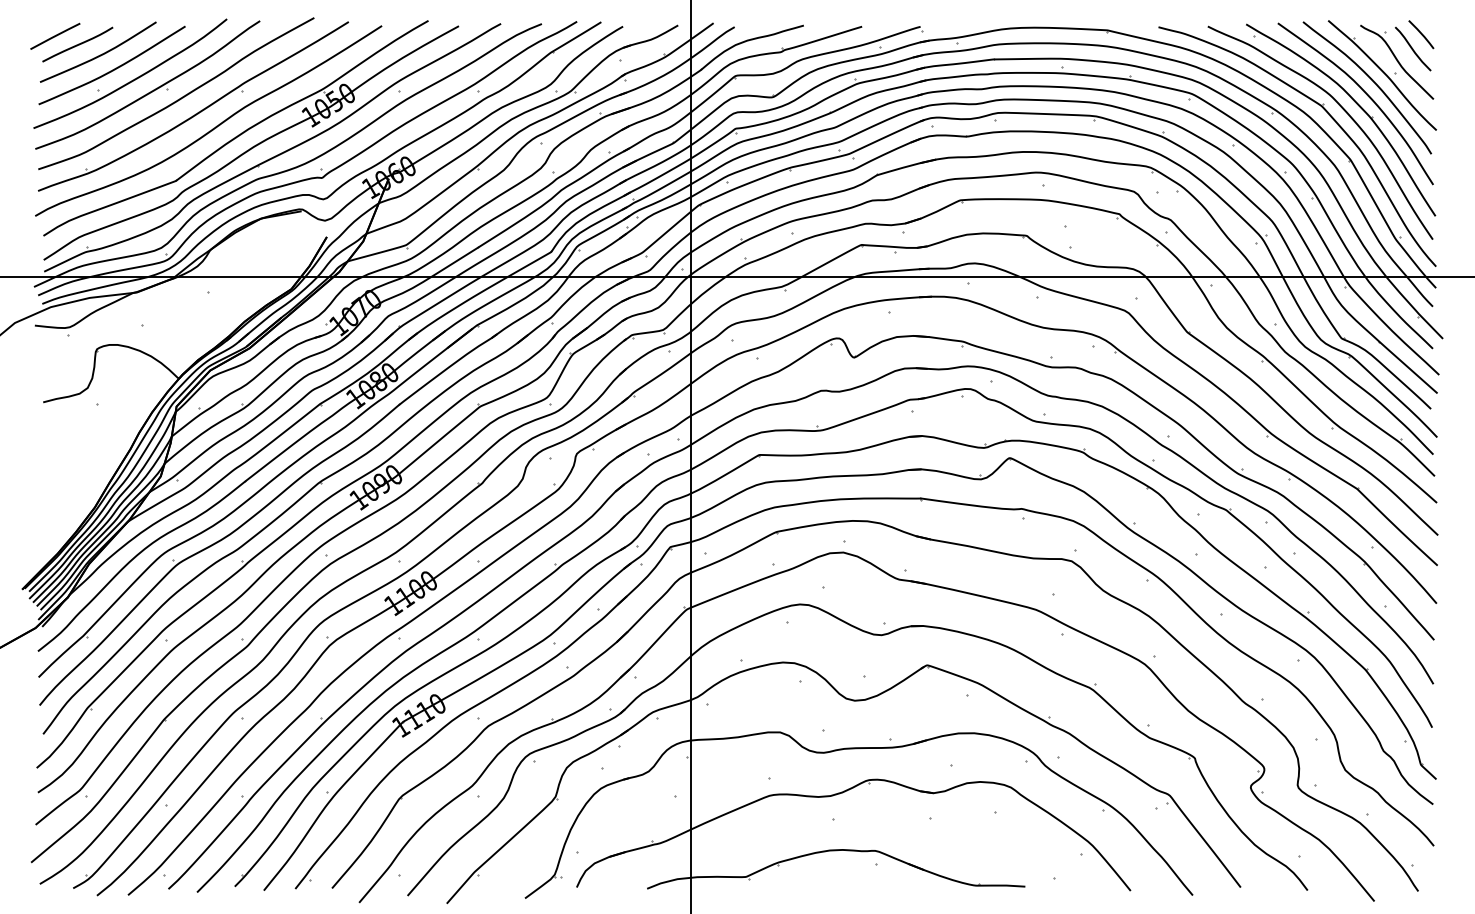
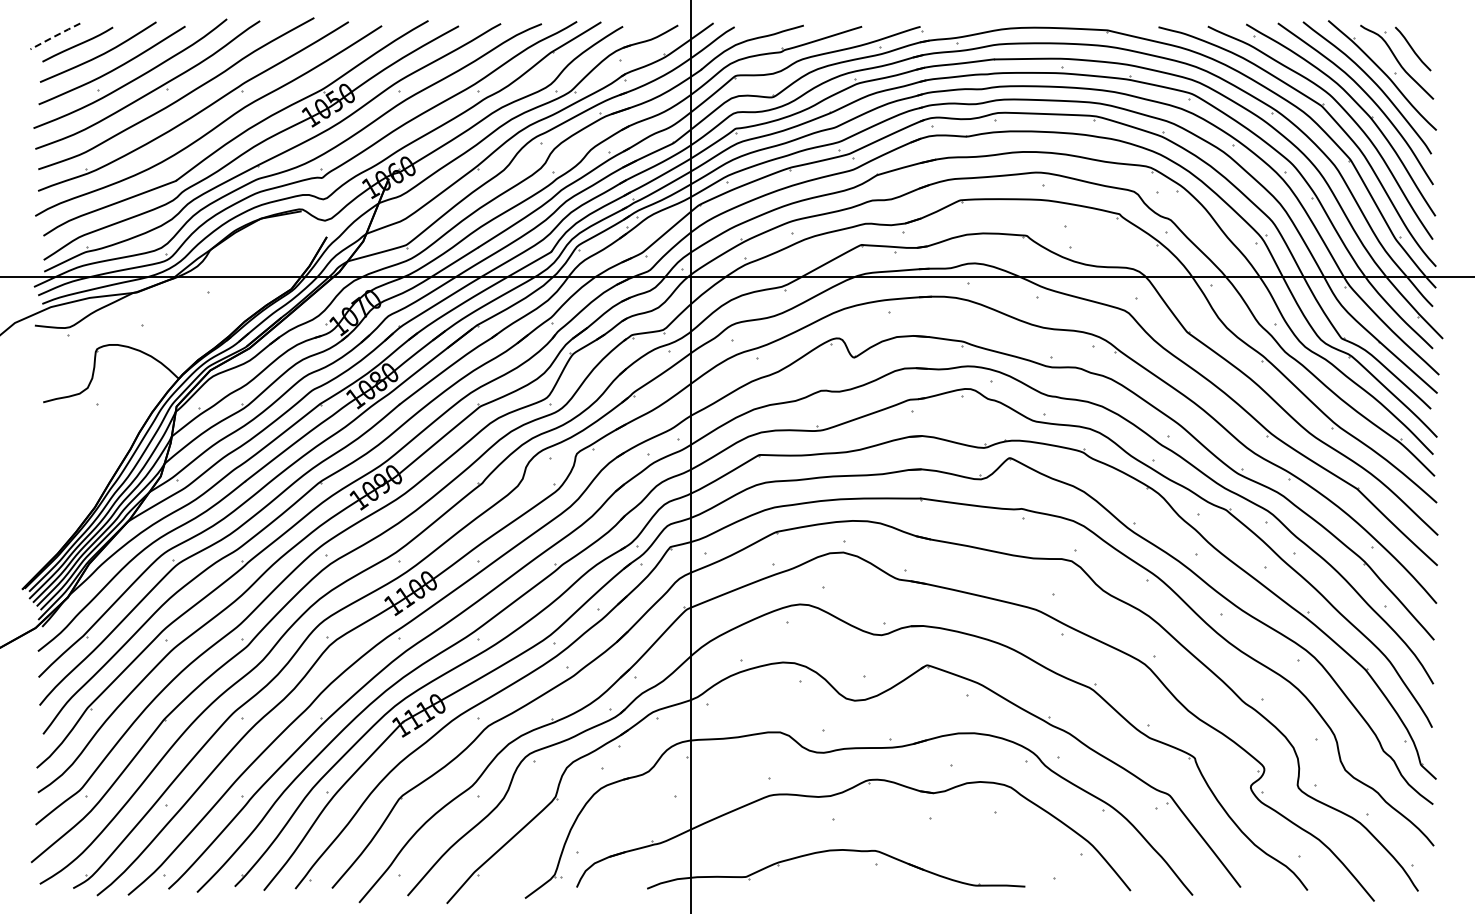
line at (1421, 34): present -> none
line at (55, 36): solid -> dashed
